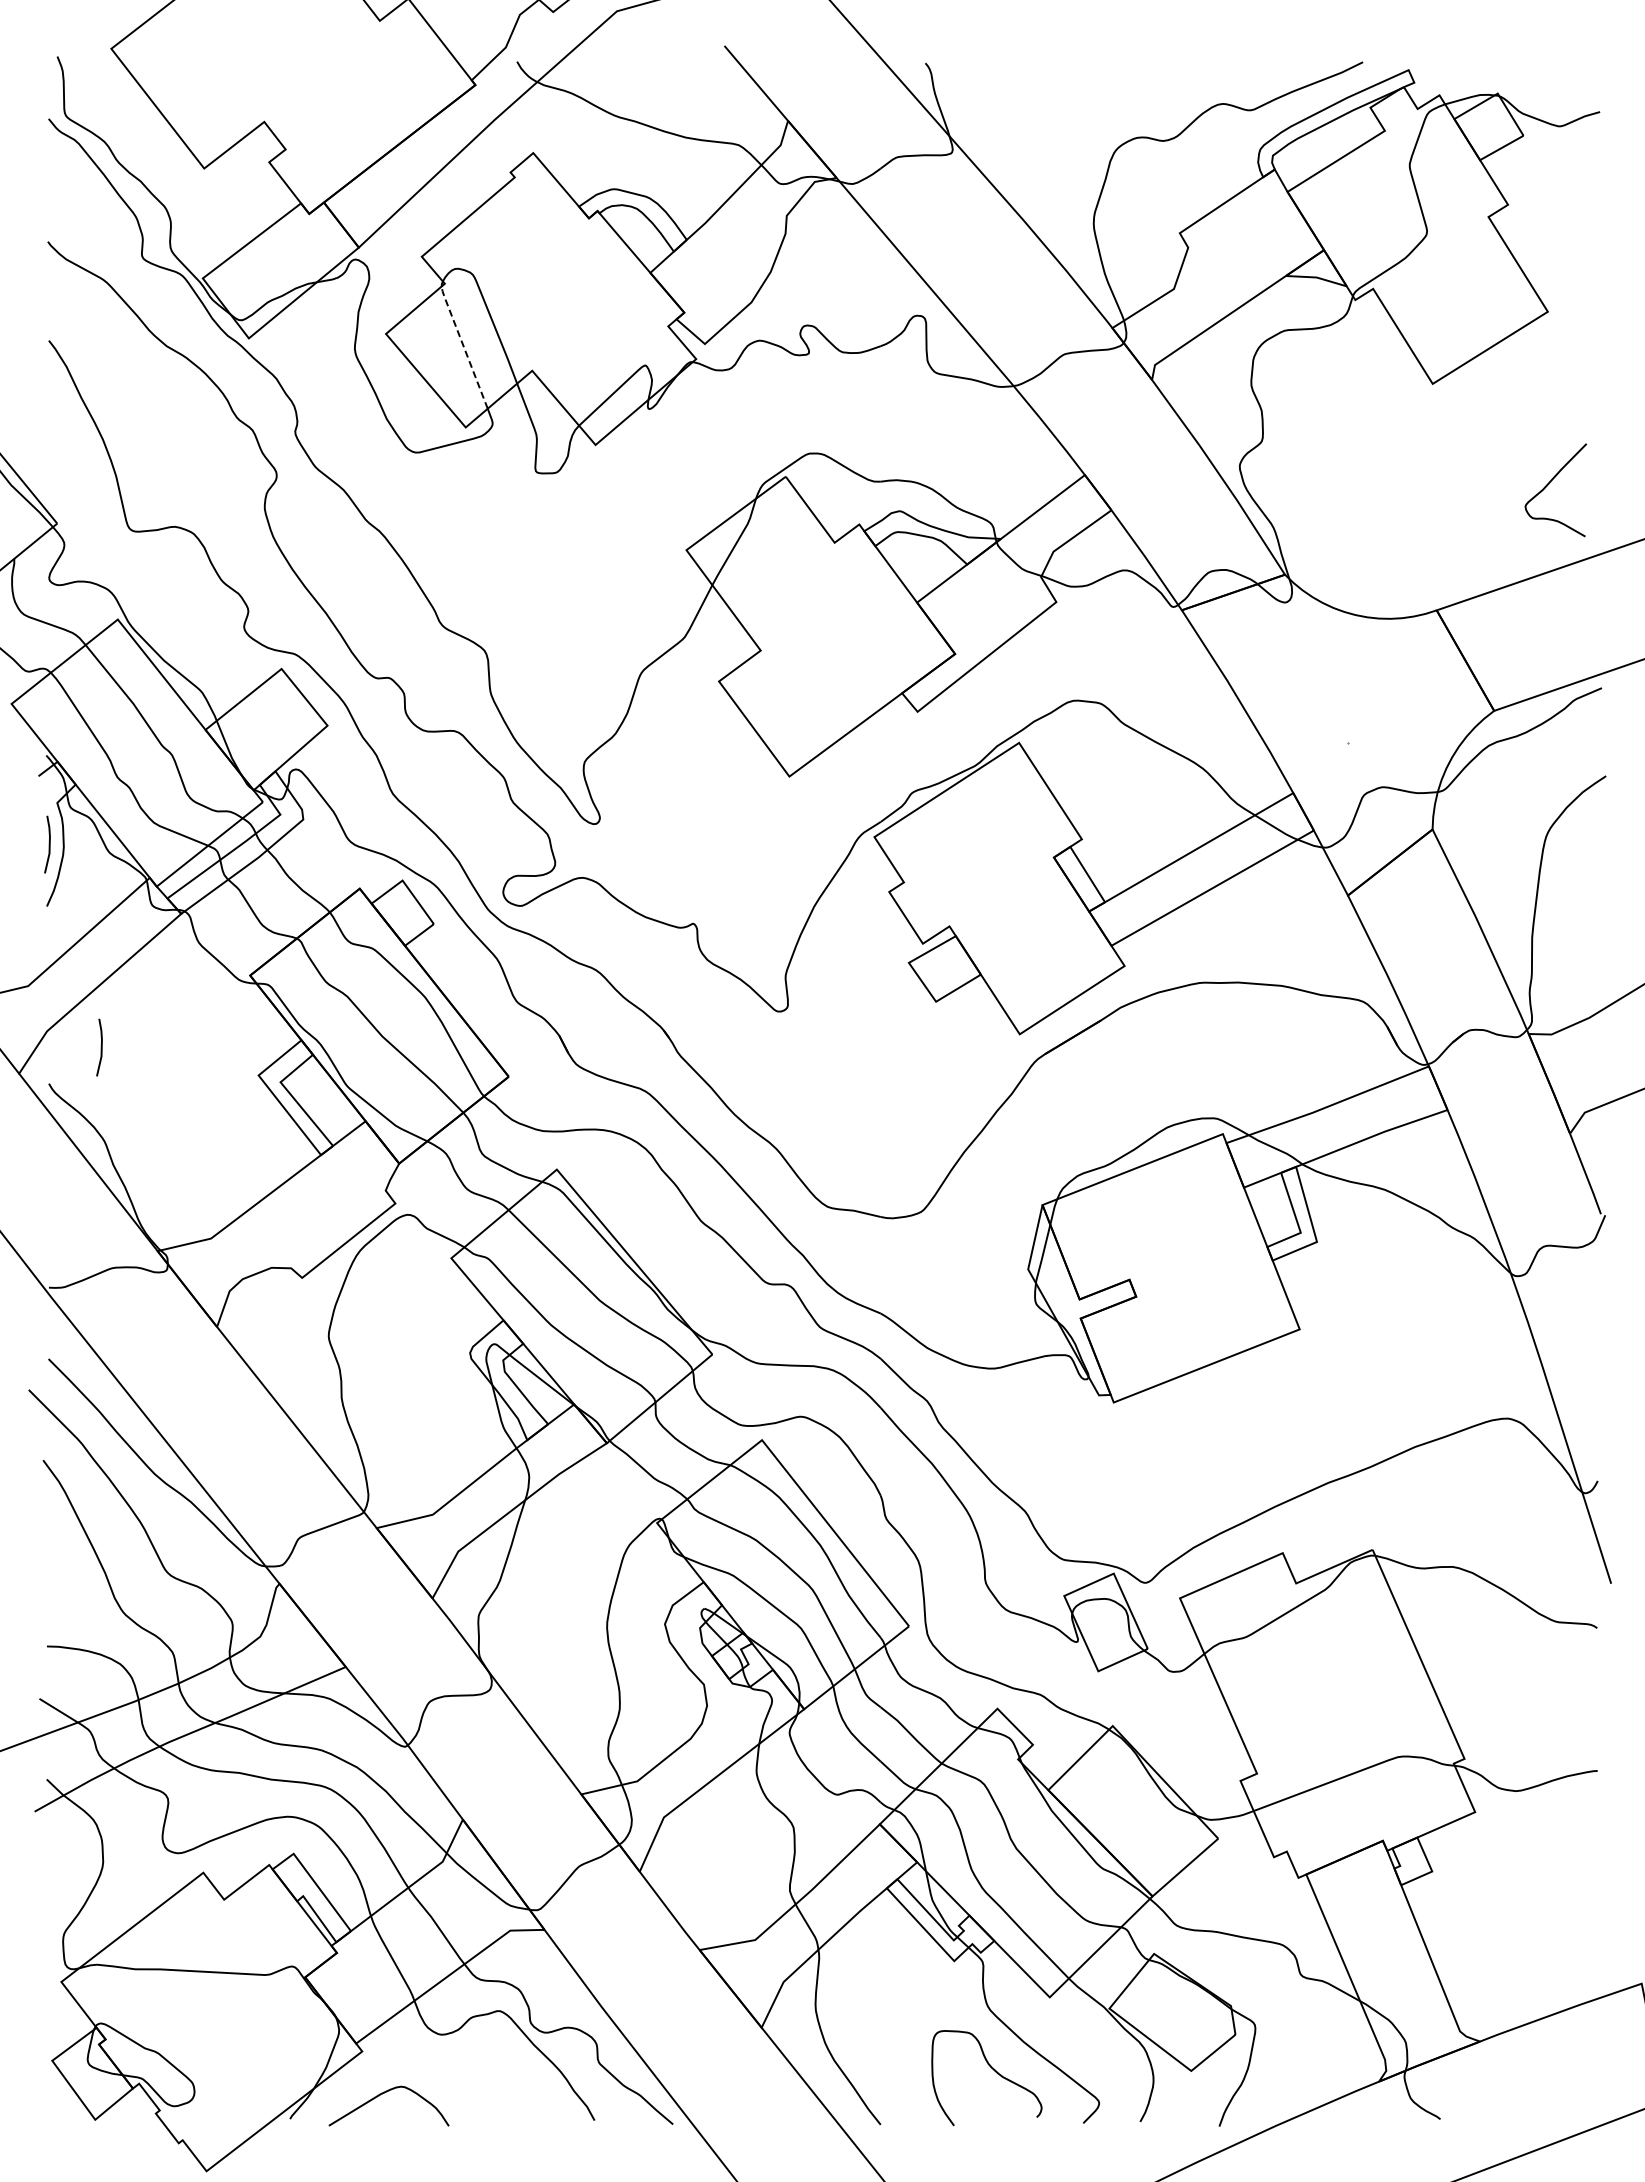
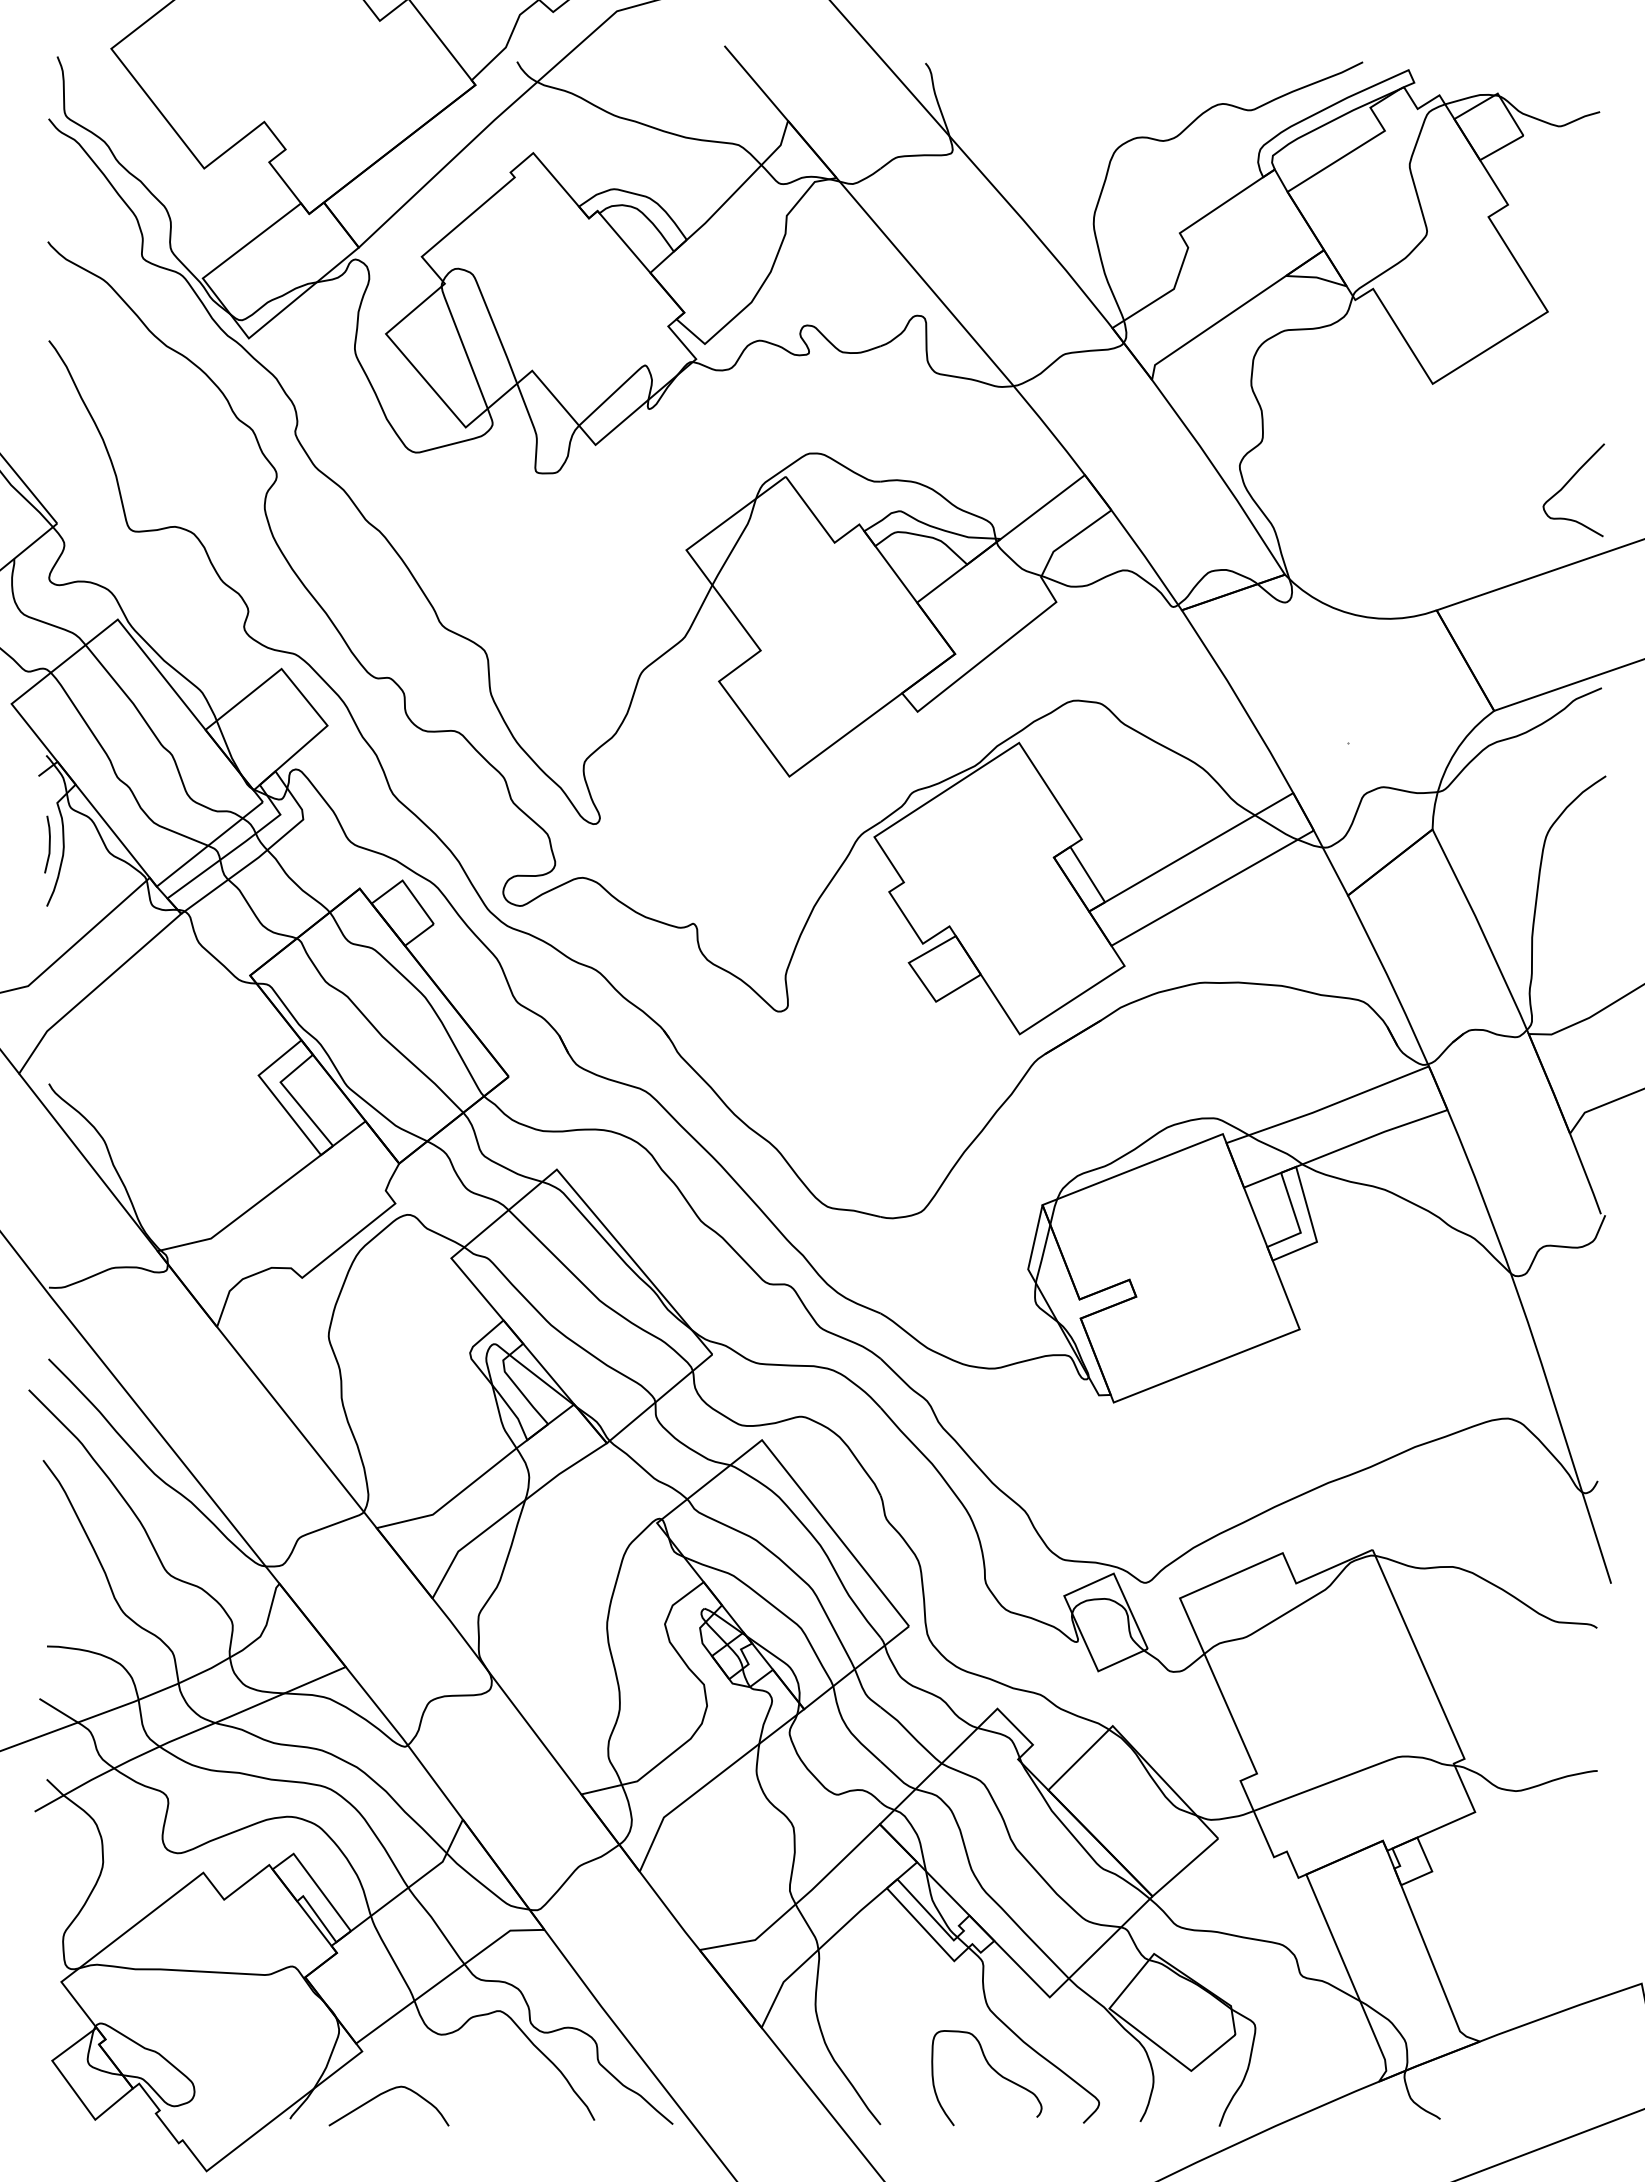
line at (463, 346): dashed -> solid
curve at (1549, 484) position: (1549, 484) -> (1567, 484)
line at (100, 1047): present -> none
